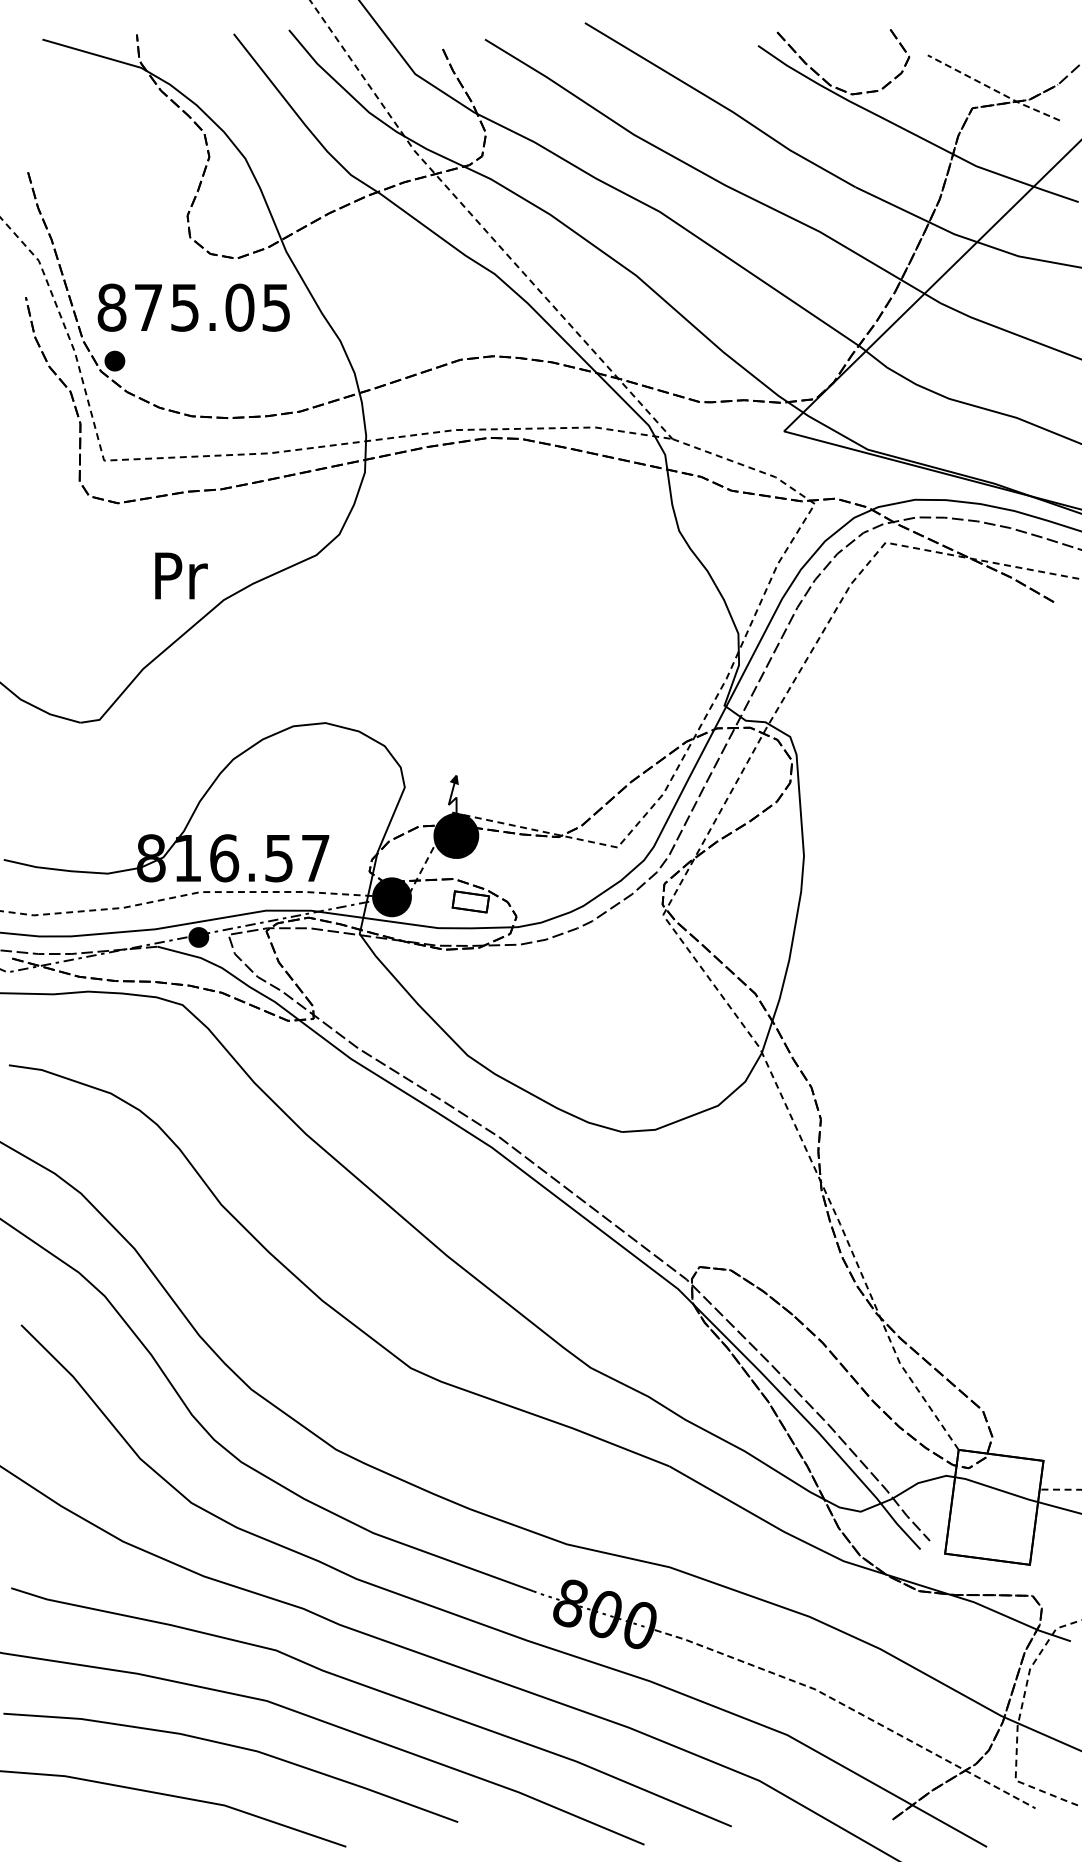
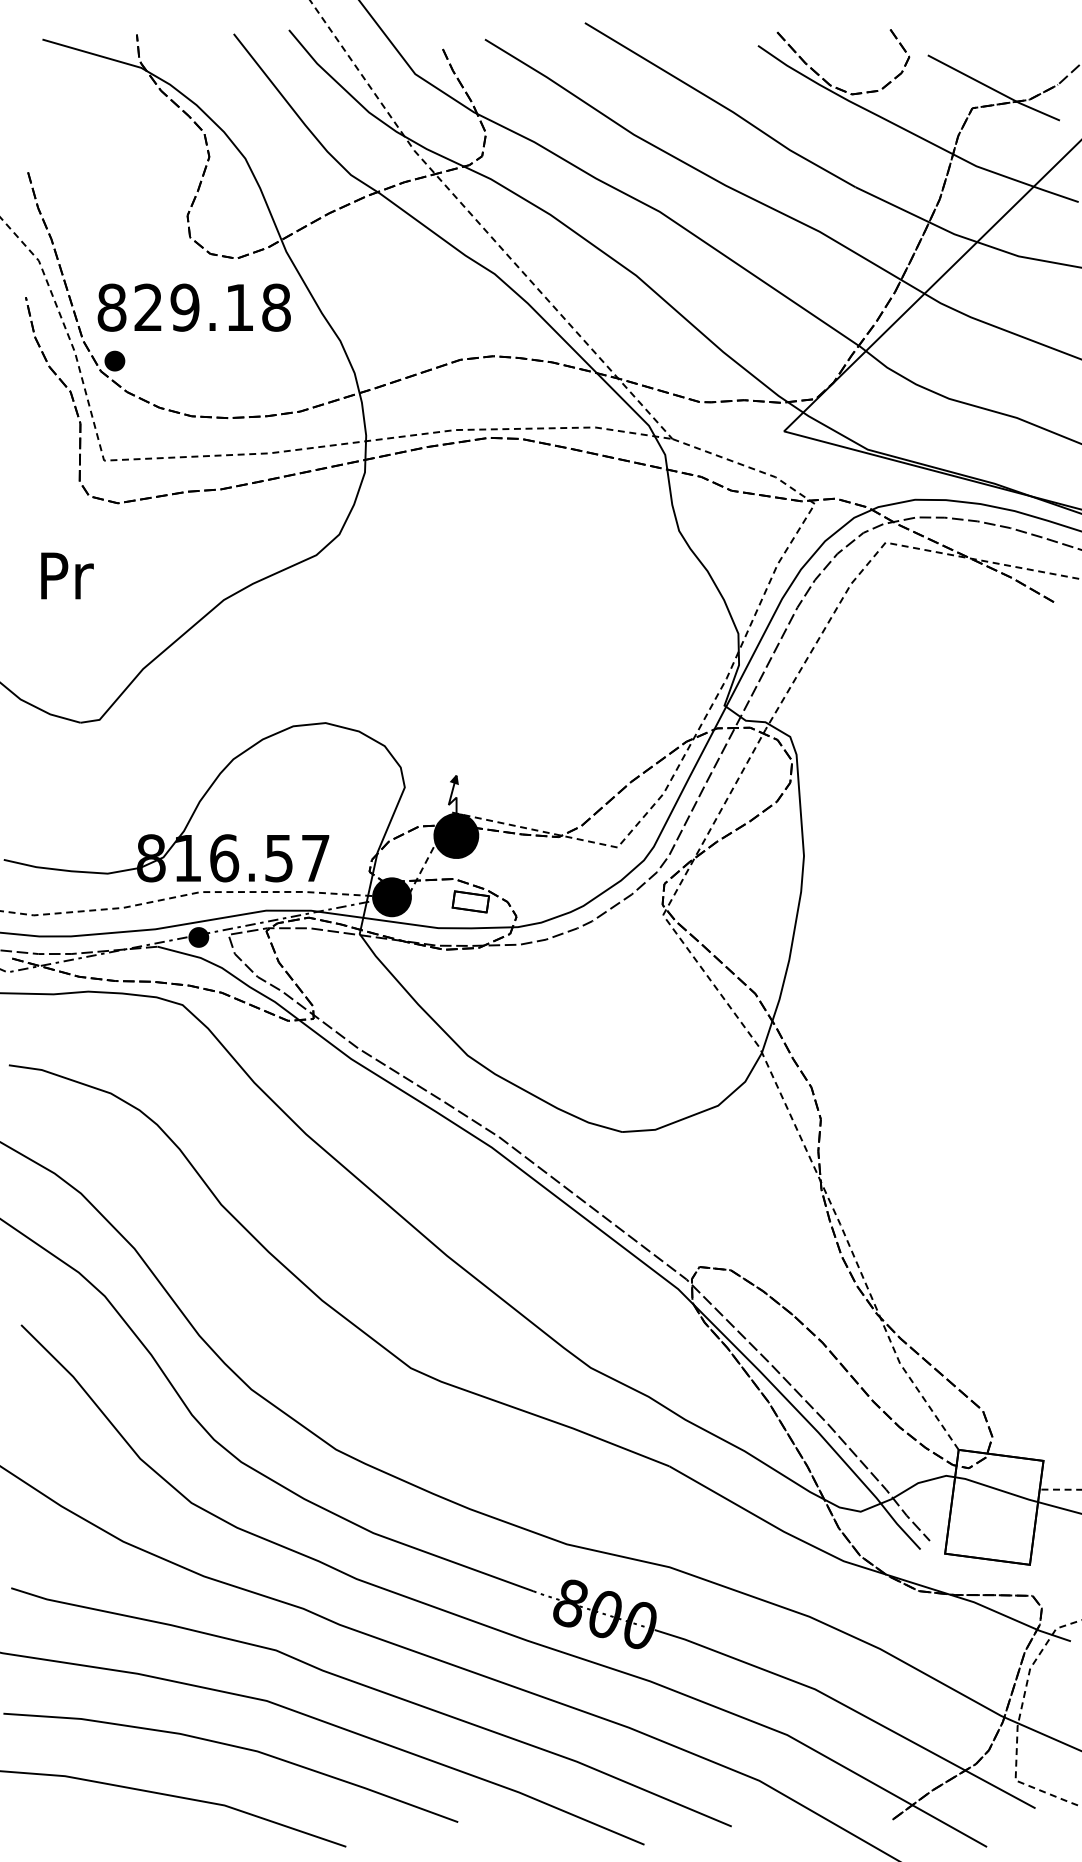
line at (993, 89): dashed -> solid
text at (212, 307): 875.05 -> 829.18
text at (181, 575) position: (181, 575) -> (67, 575)
line at (849, 1707): dashed -> solid
